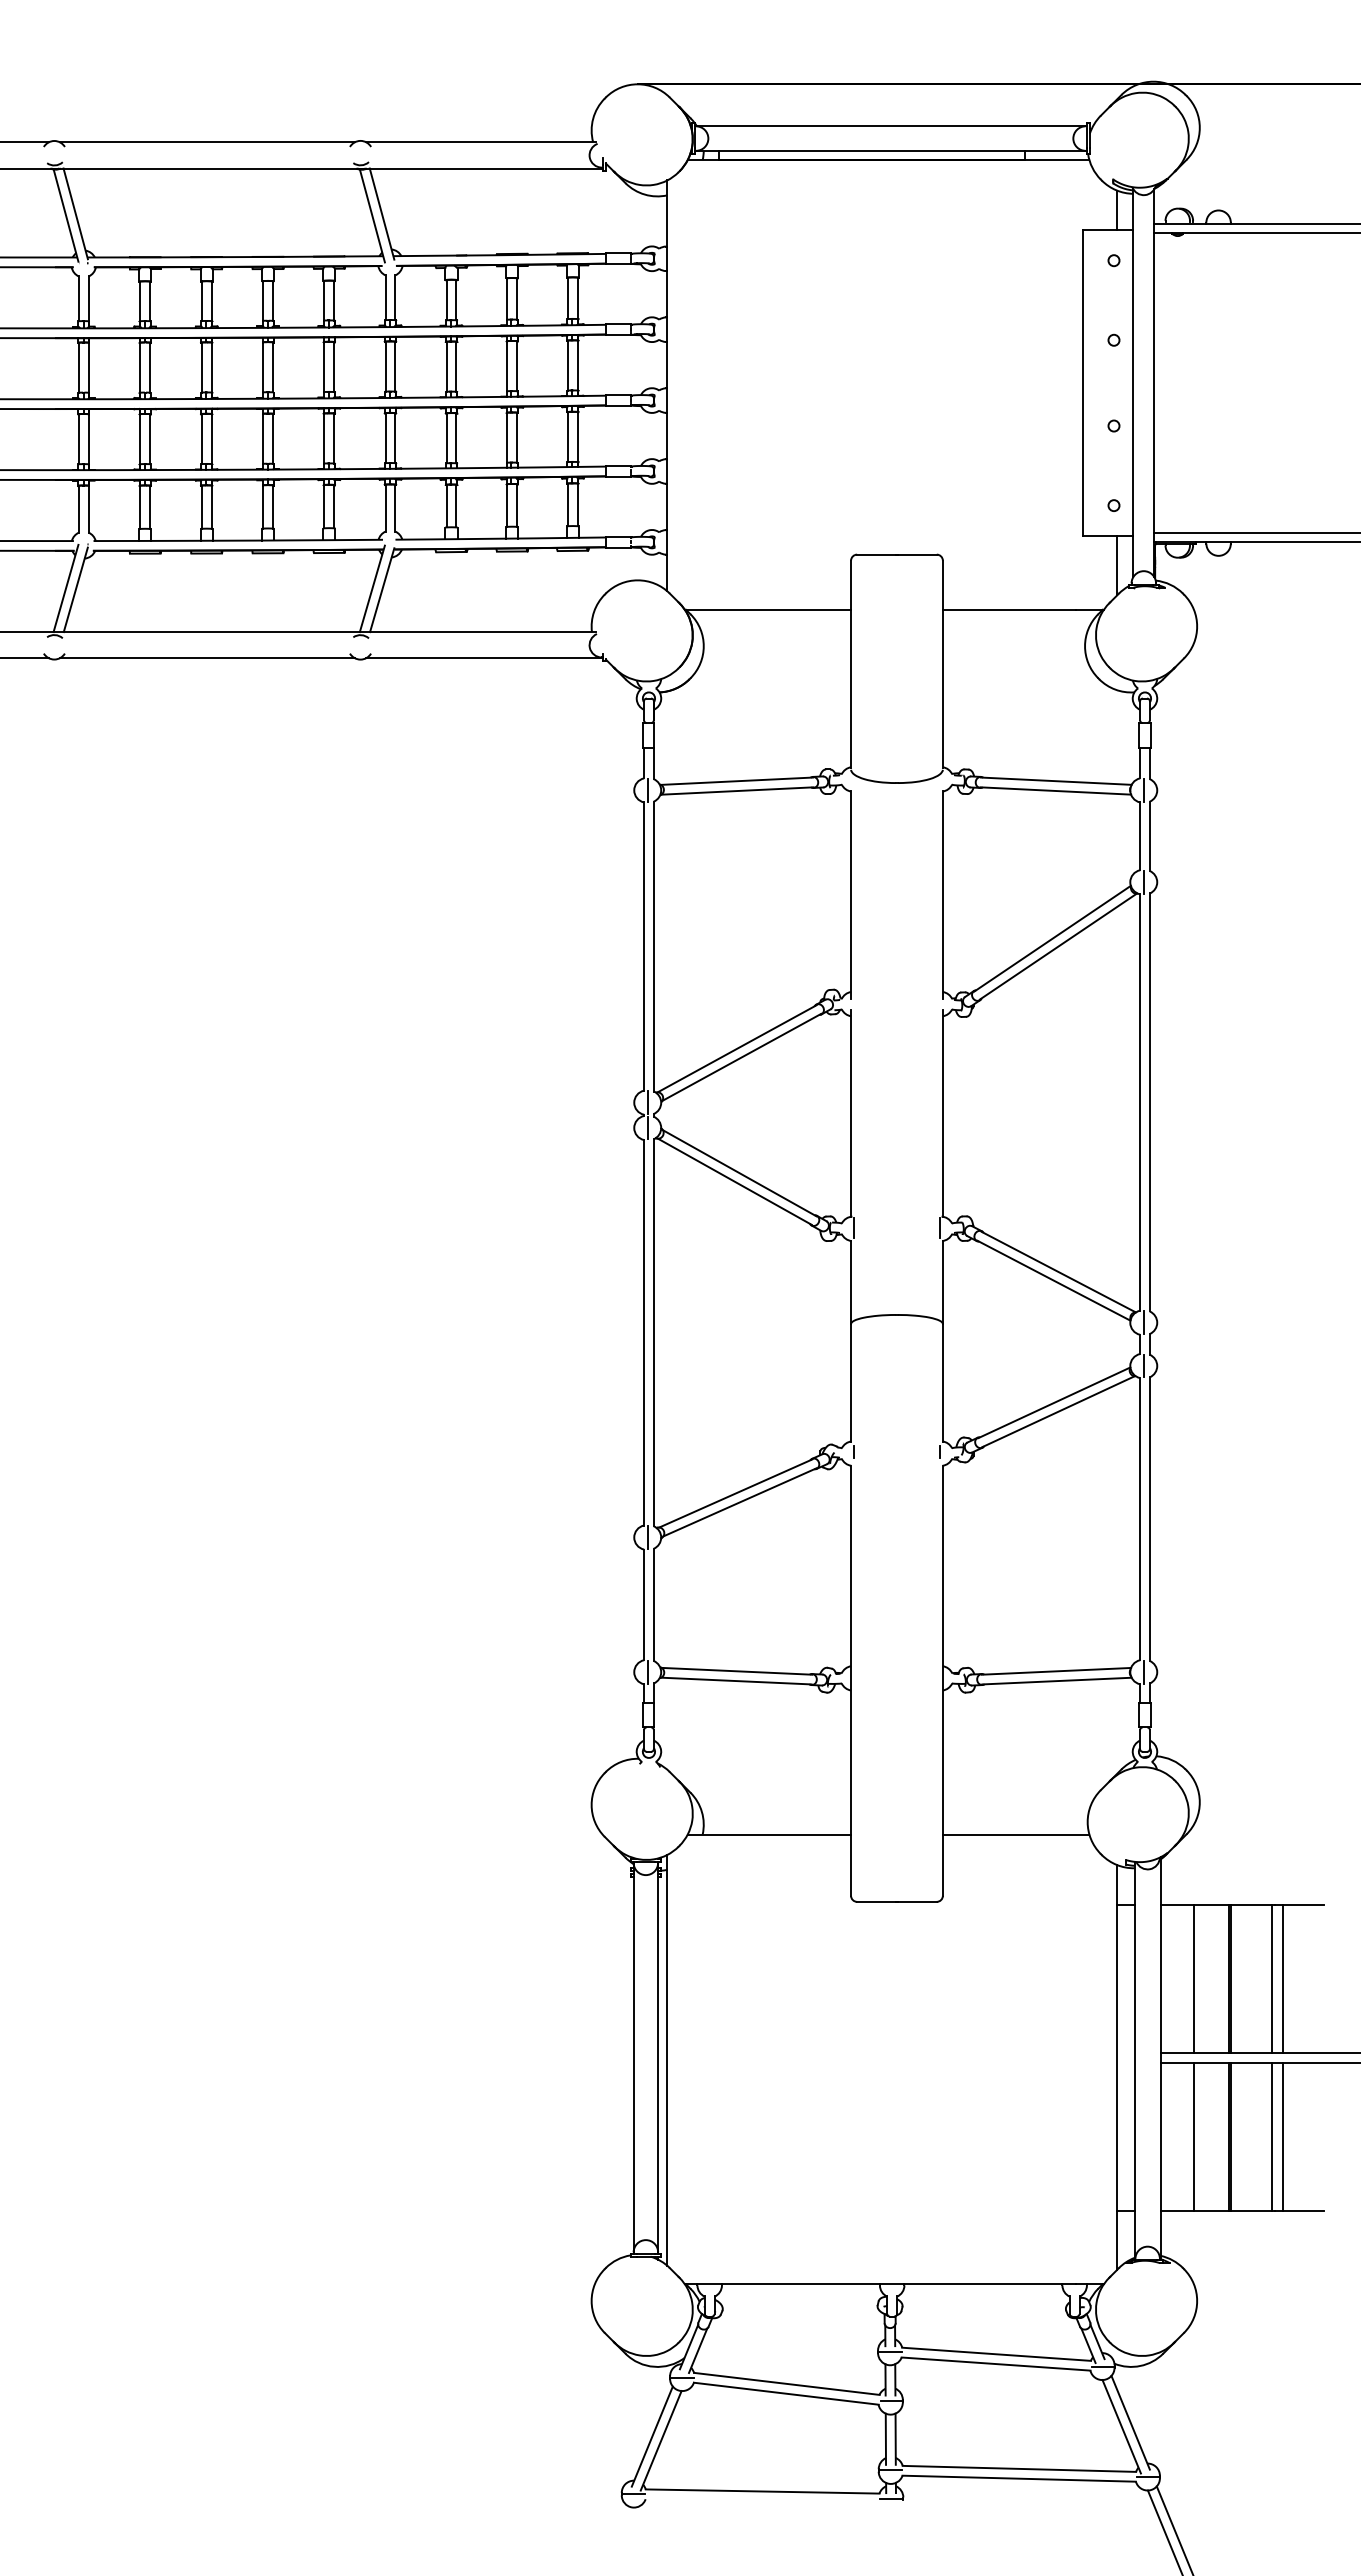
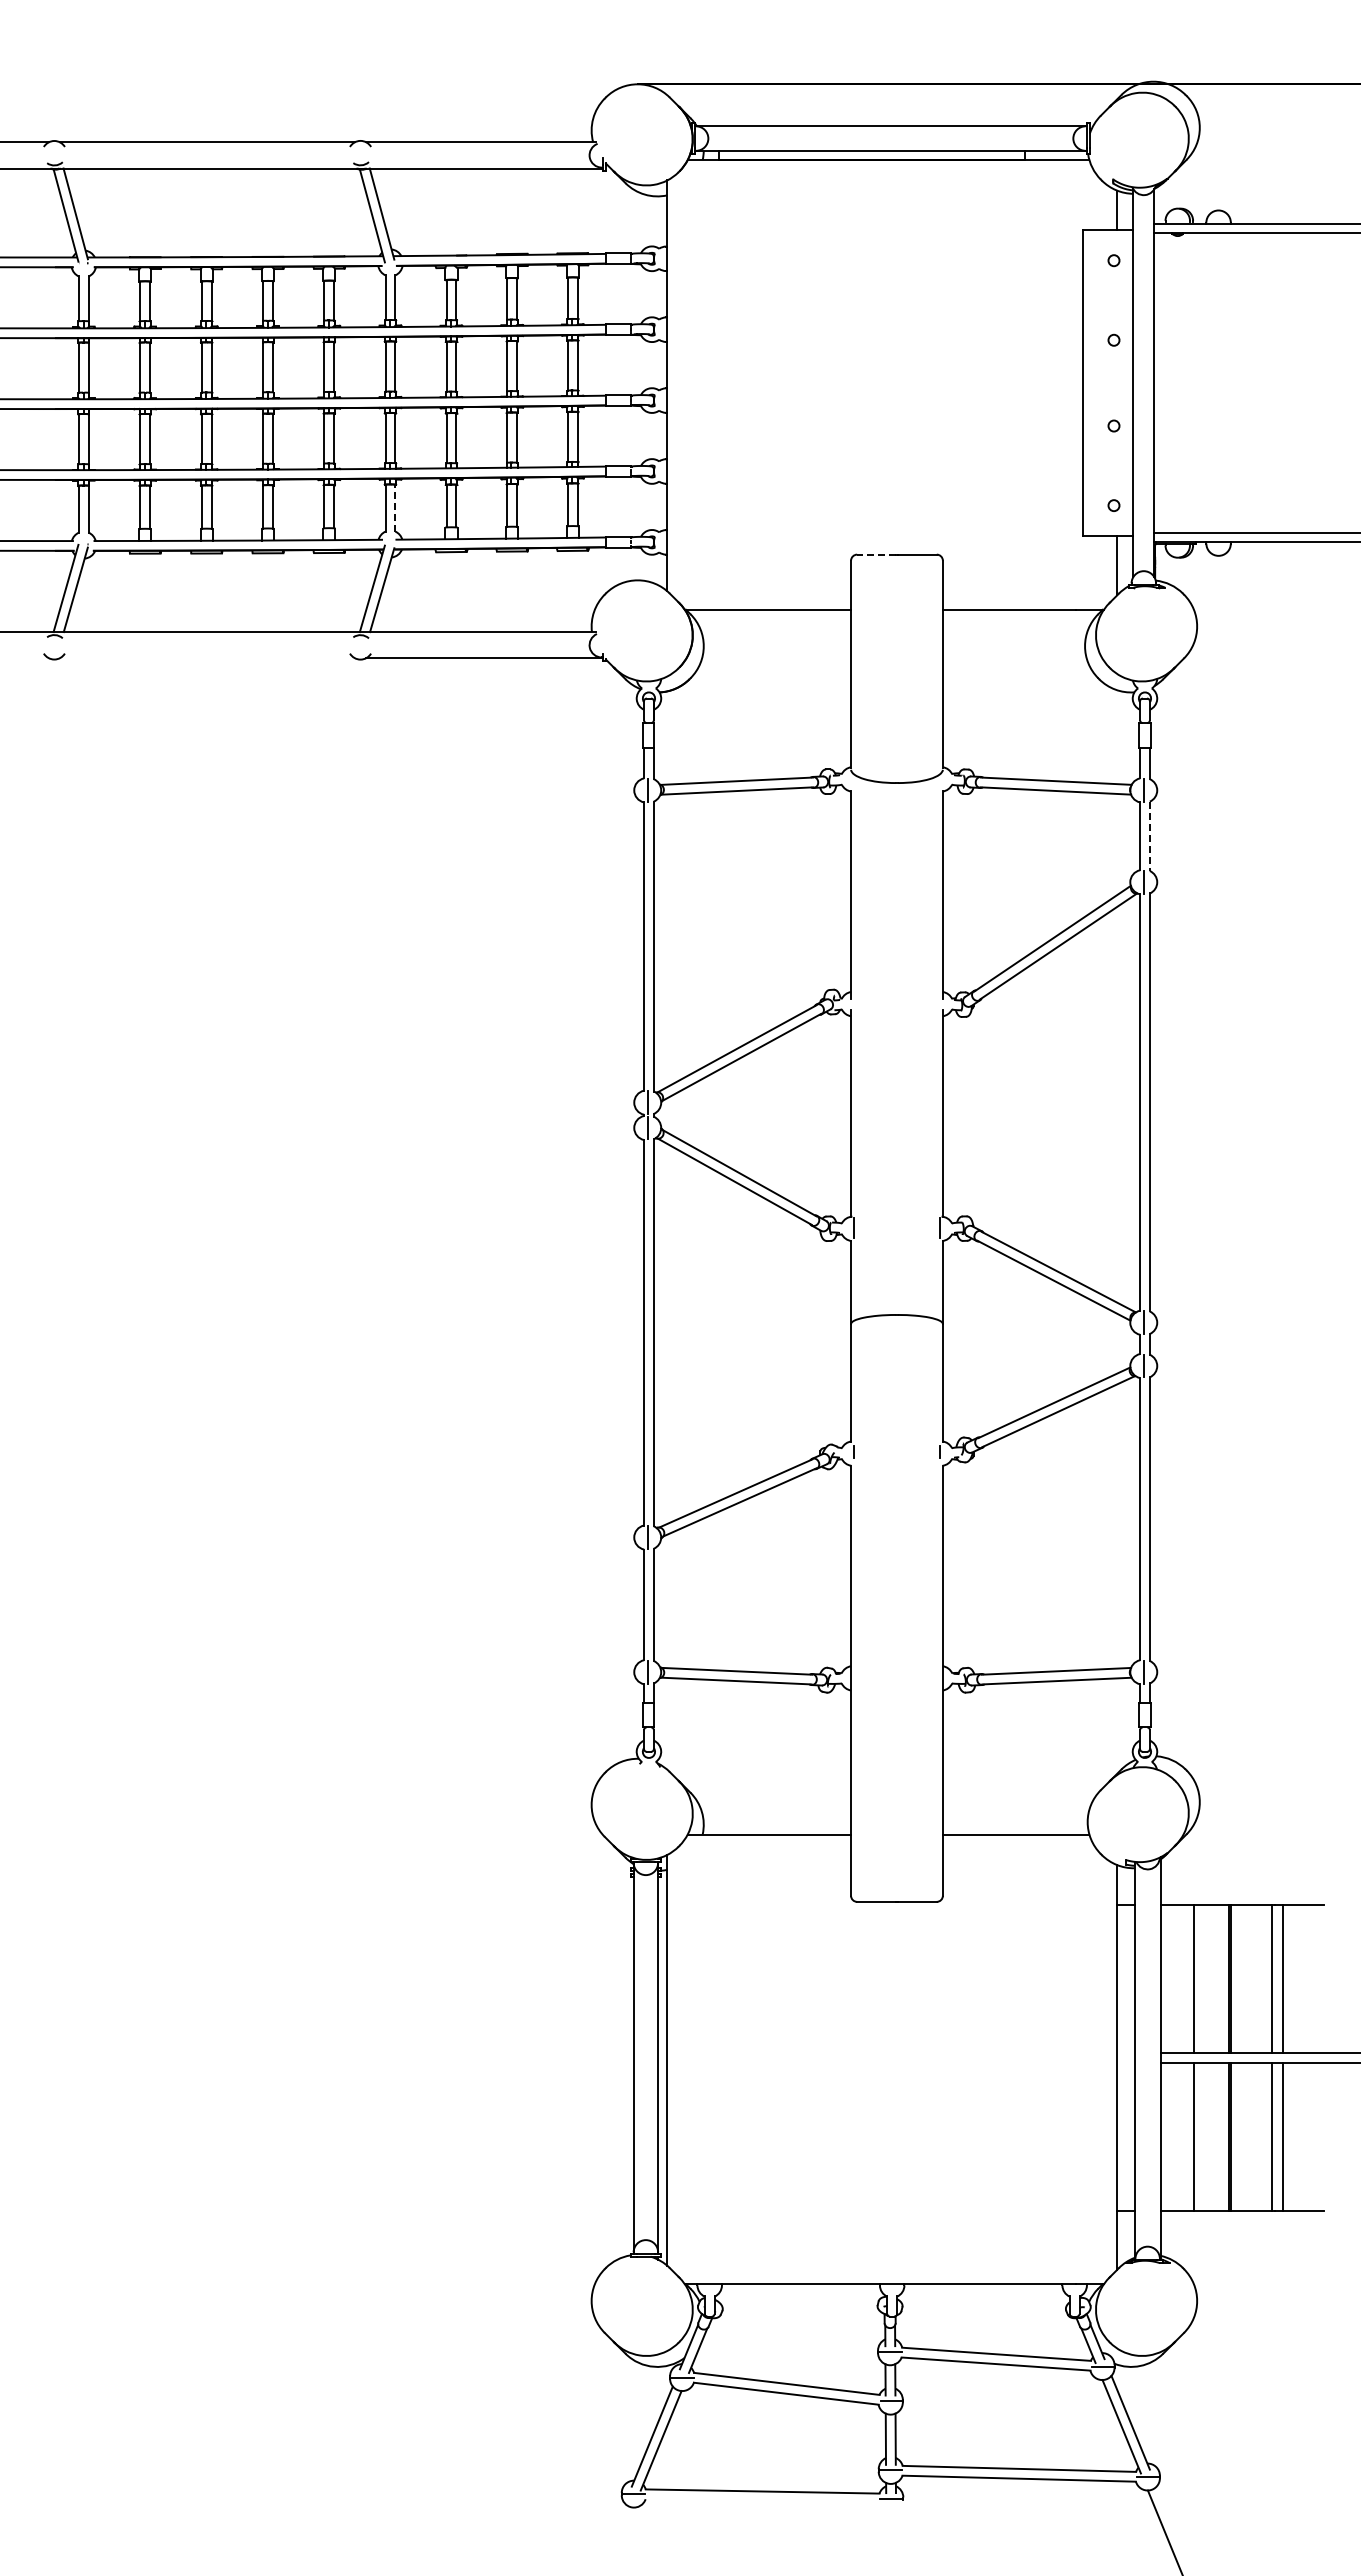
line at (395, 507): solid -> dashed
line at (875, 554): solid -> dashed
line at (25, 658): present -> none
line at (207, 658): present -> none
line at (1149, 836): solid -> dashed
line at (1173, 2529): present -> none
